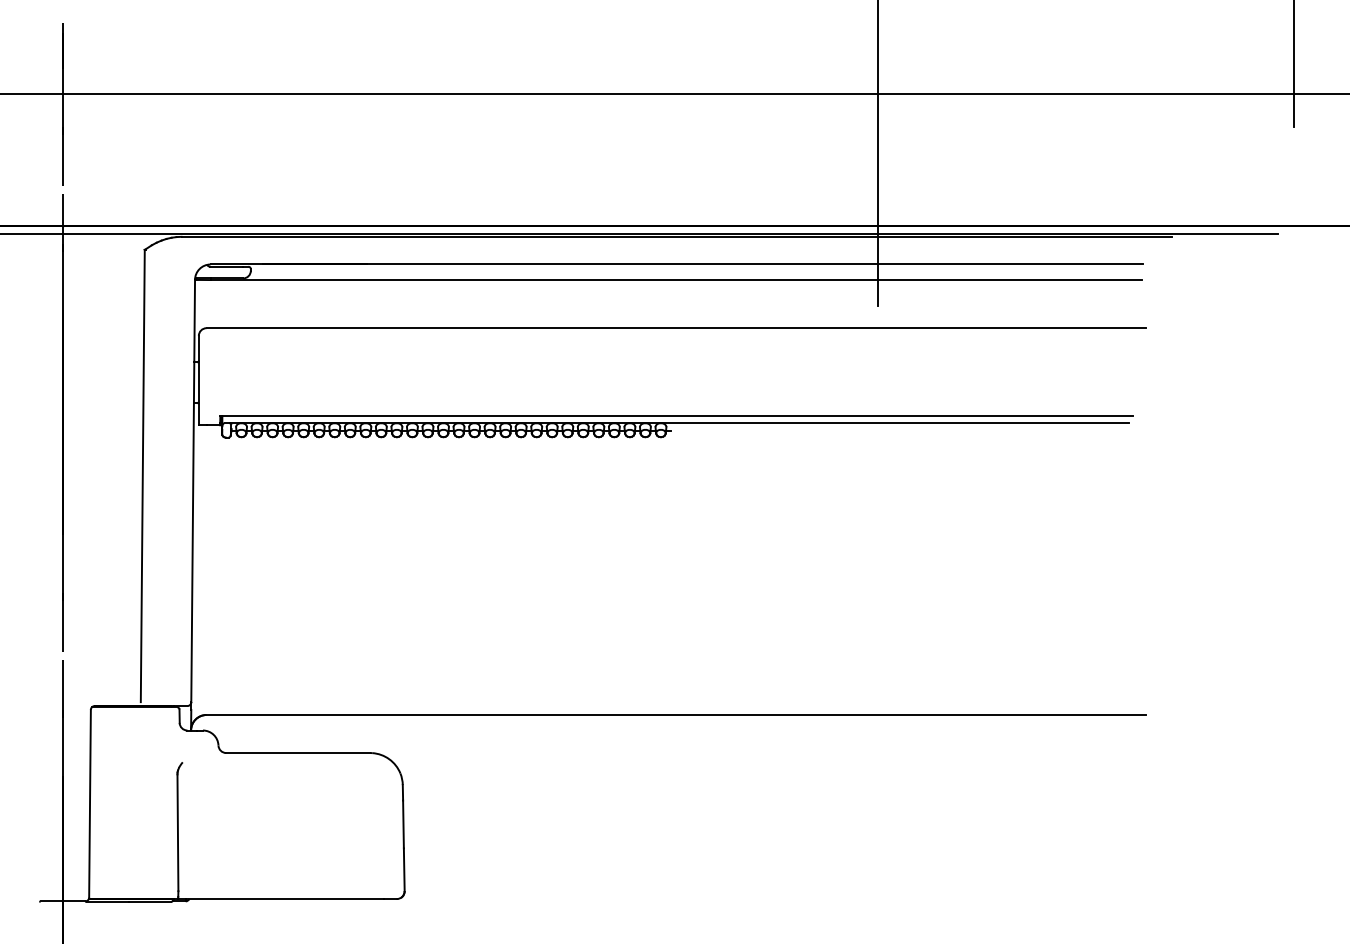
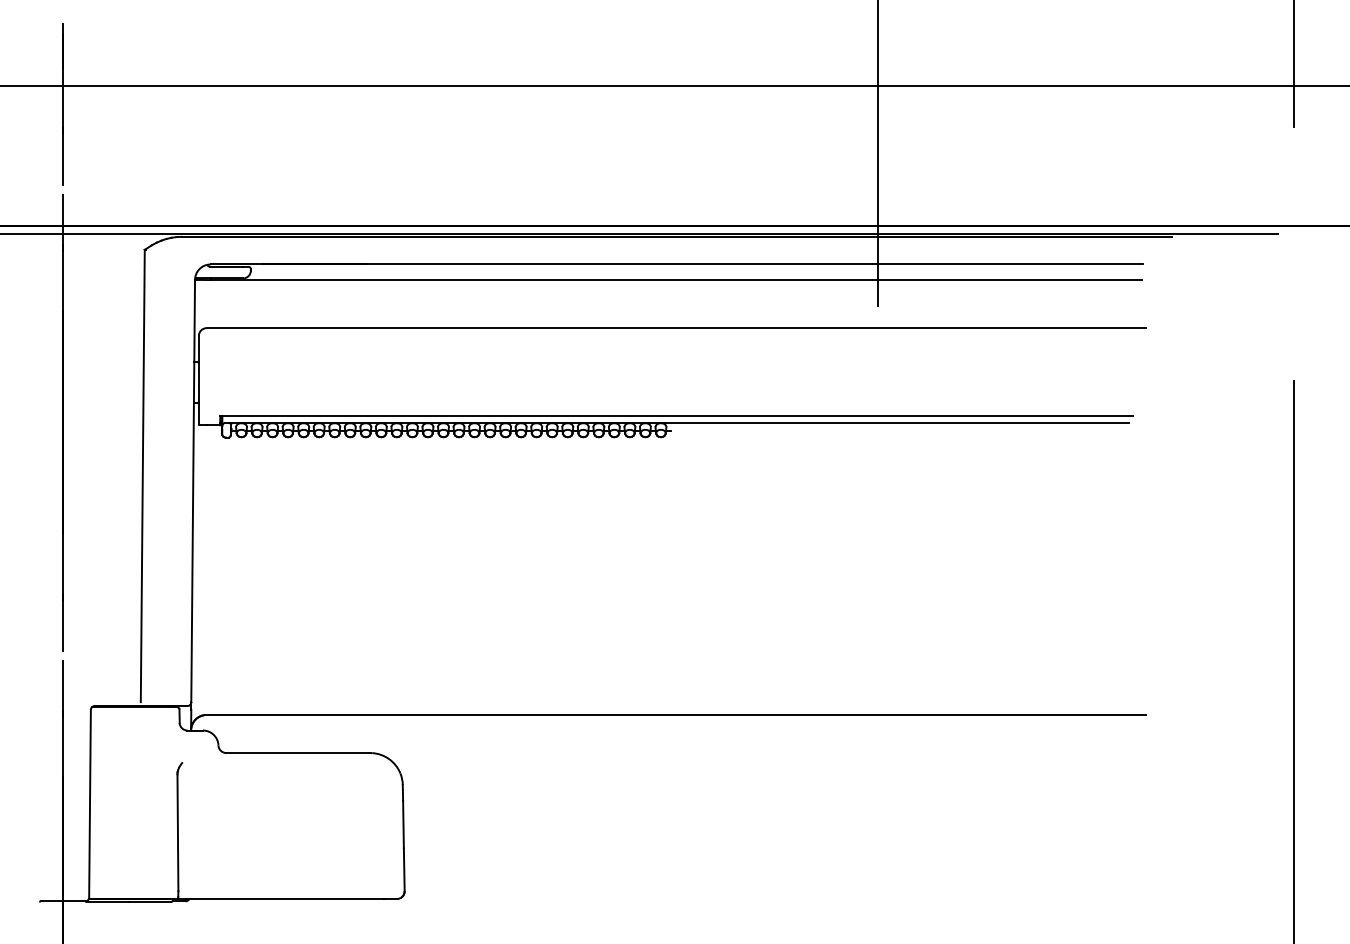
line at (674, 93) position: (674, 93) -> (674, 85)
line at (1293, 660): none -> present
